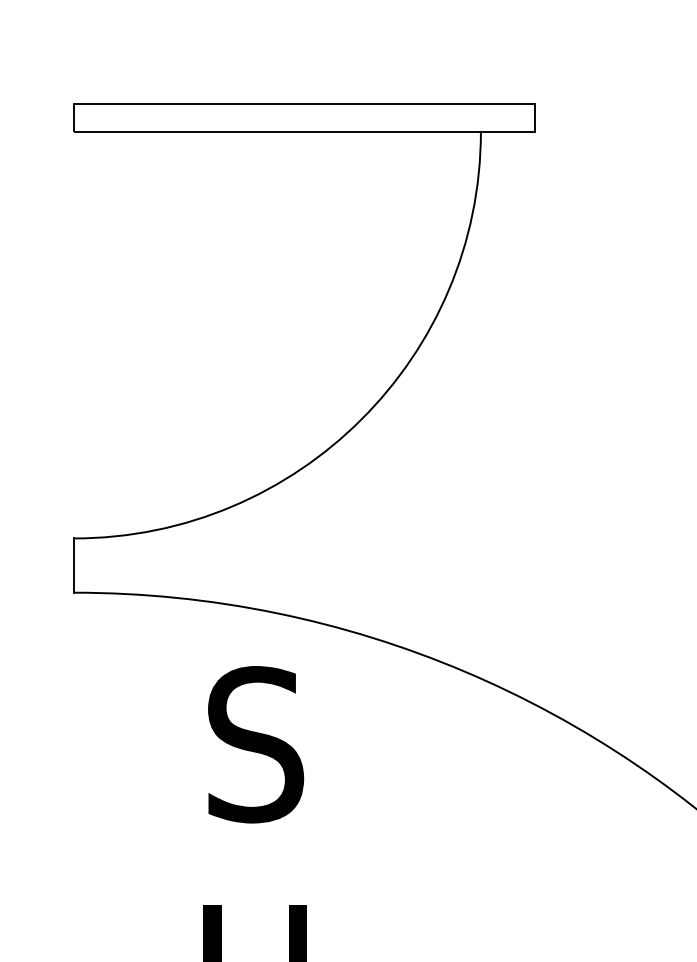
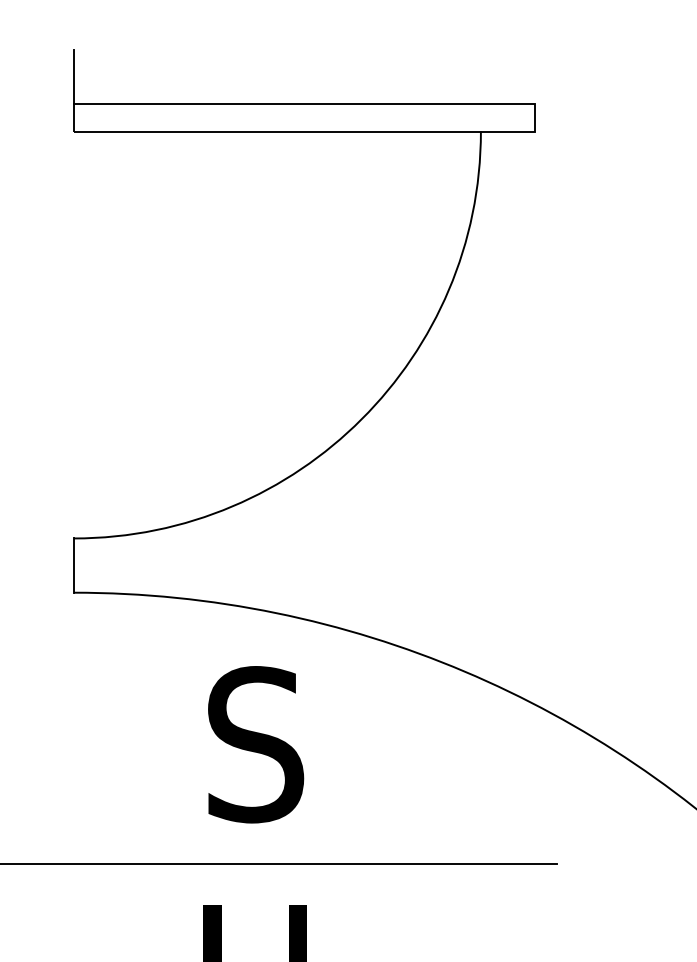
line at (73, 77): none -> present
line at (279, 864): none -> present
